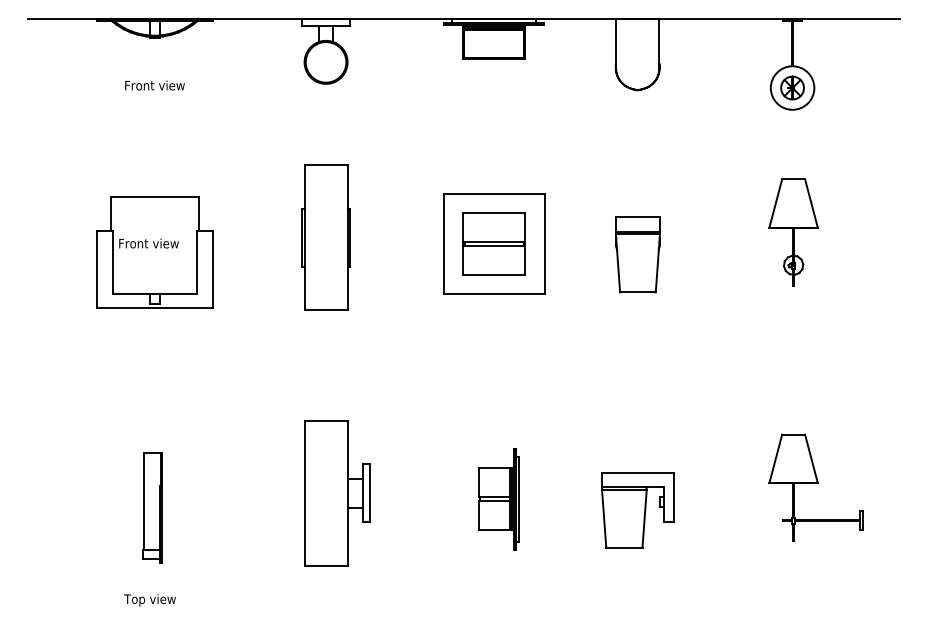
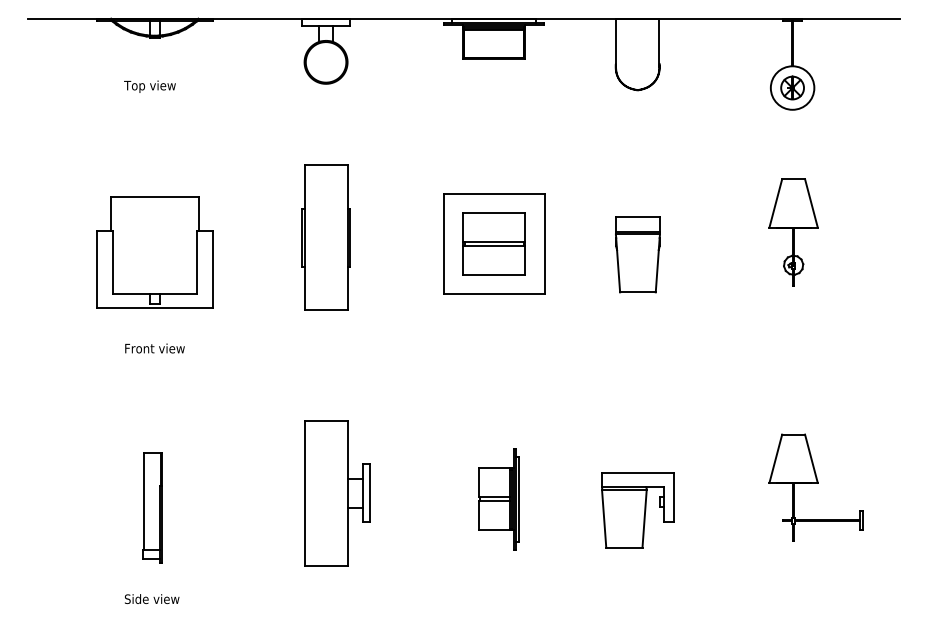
text at (154, 86): Front view -> Top view
text at (148, 243) position: (148, 243) -> (154, 348)
text at (151, 600): Top view -> Side view
